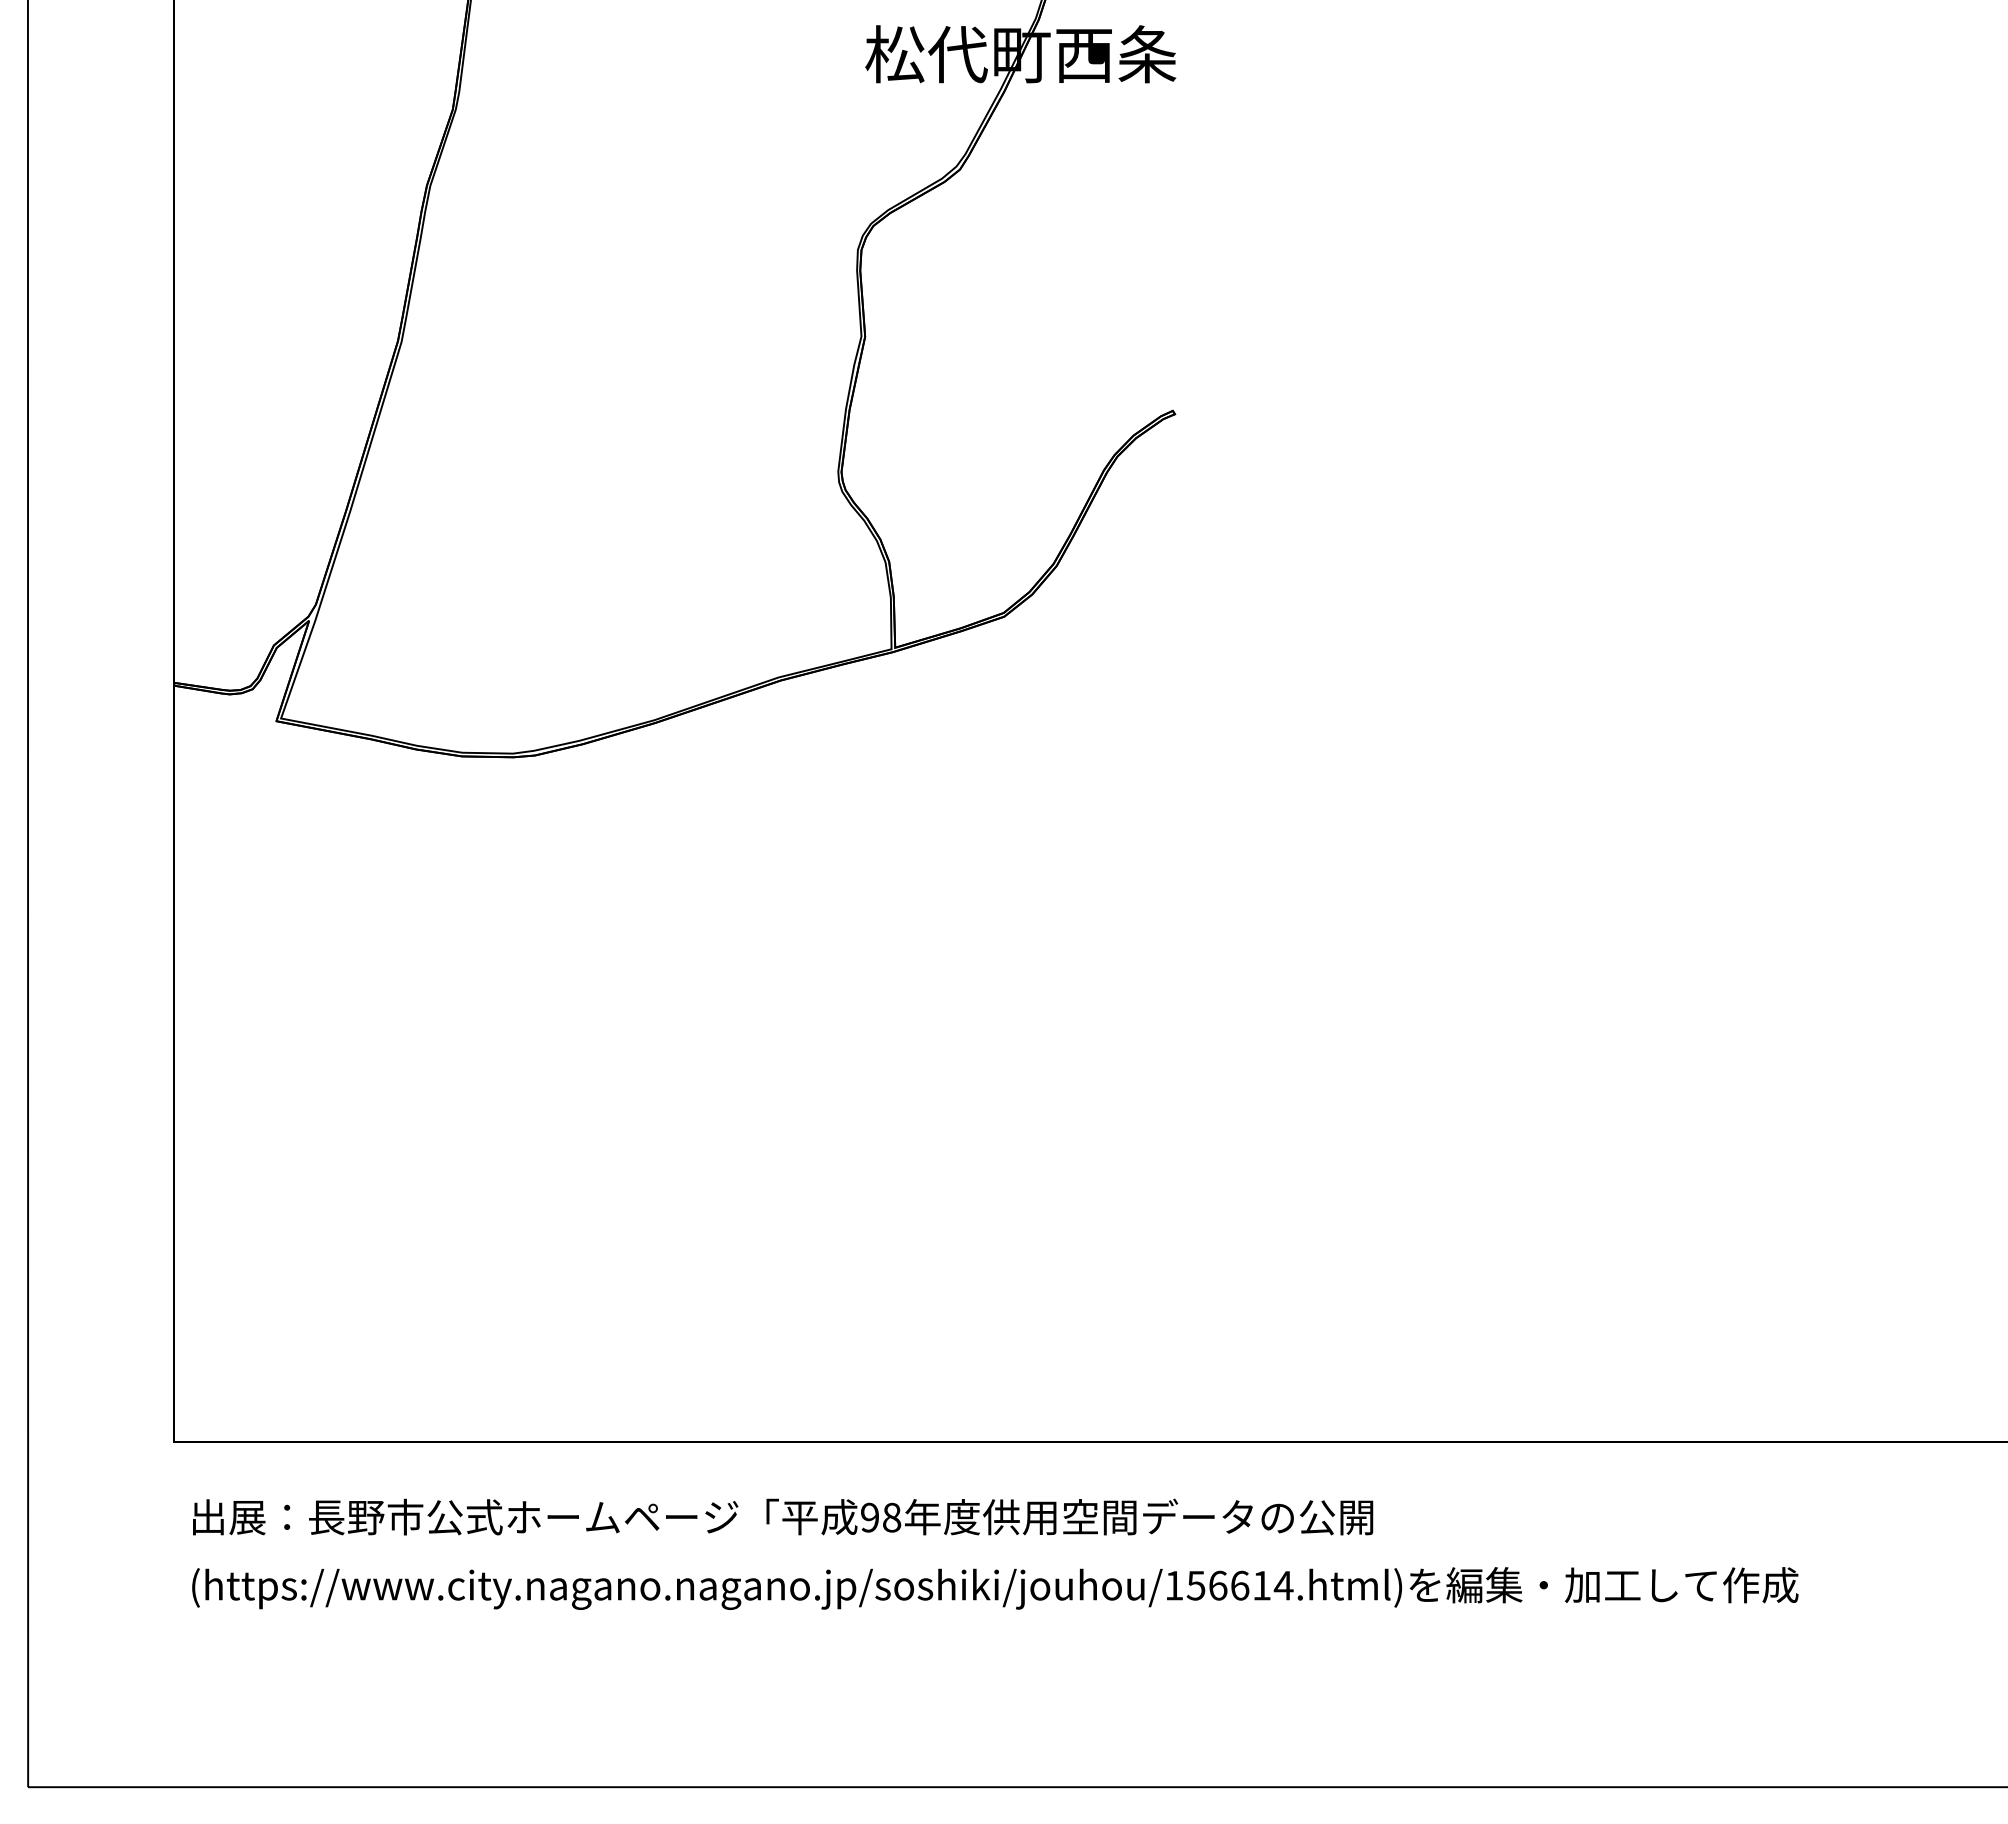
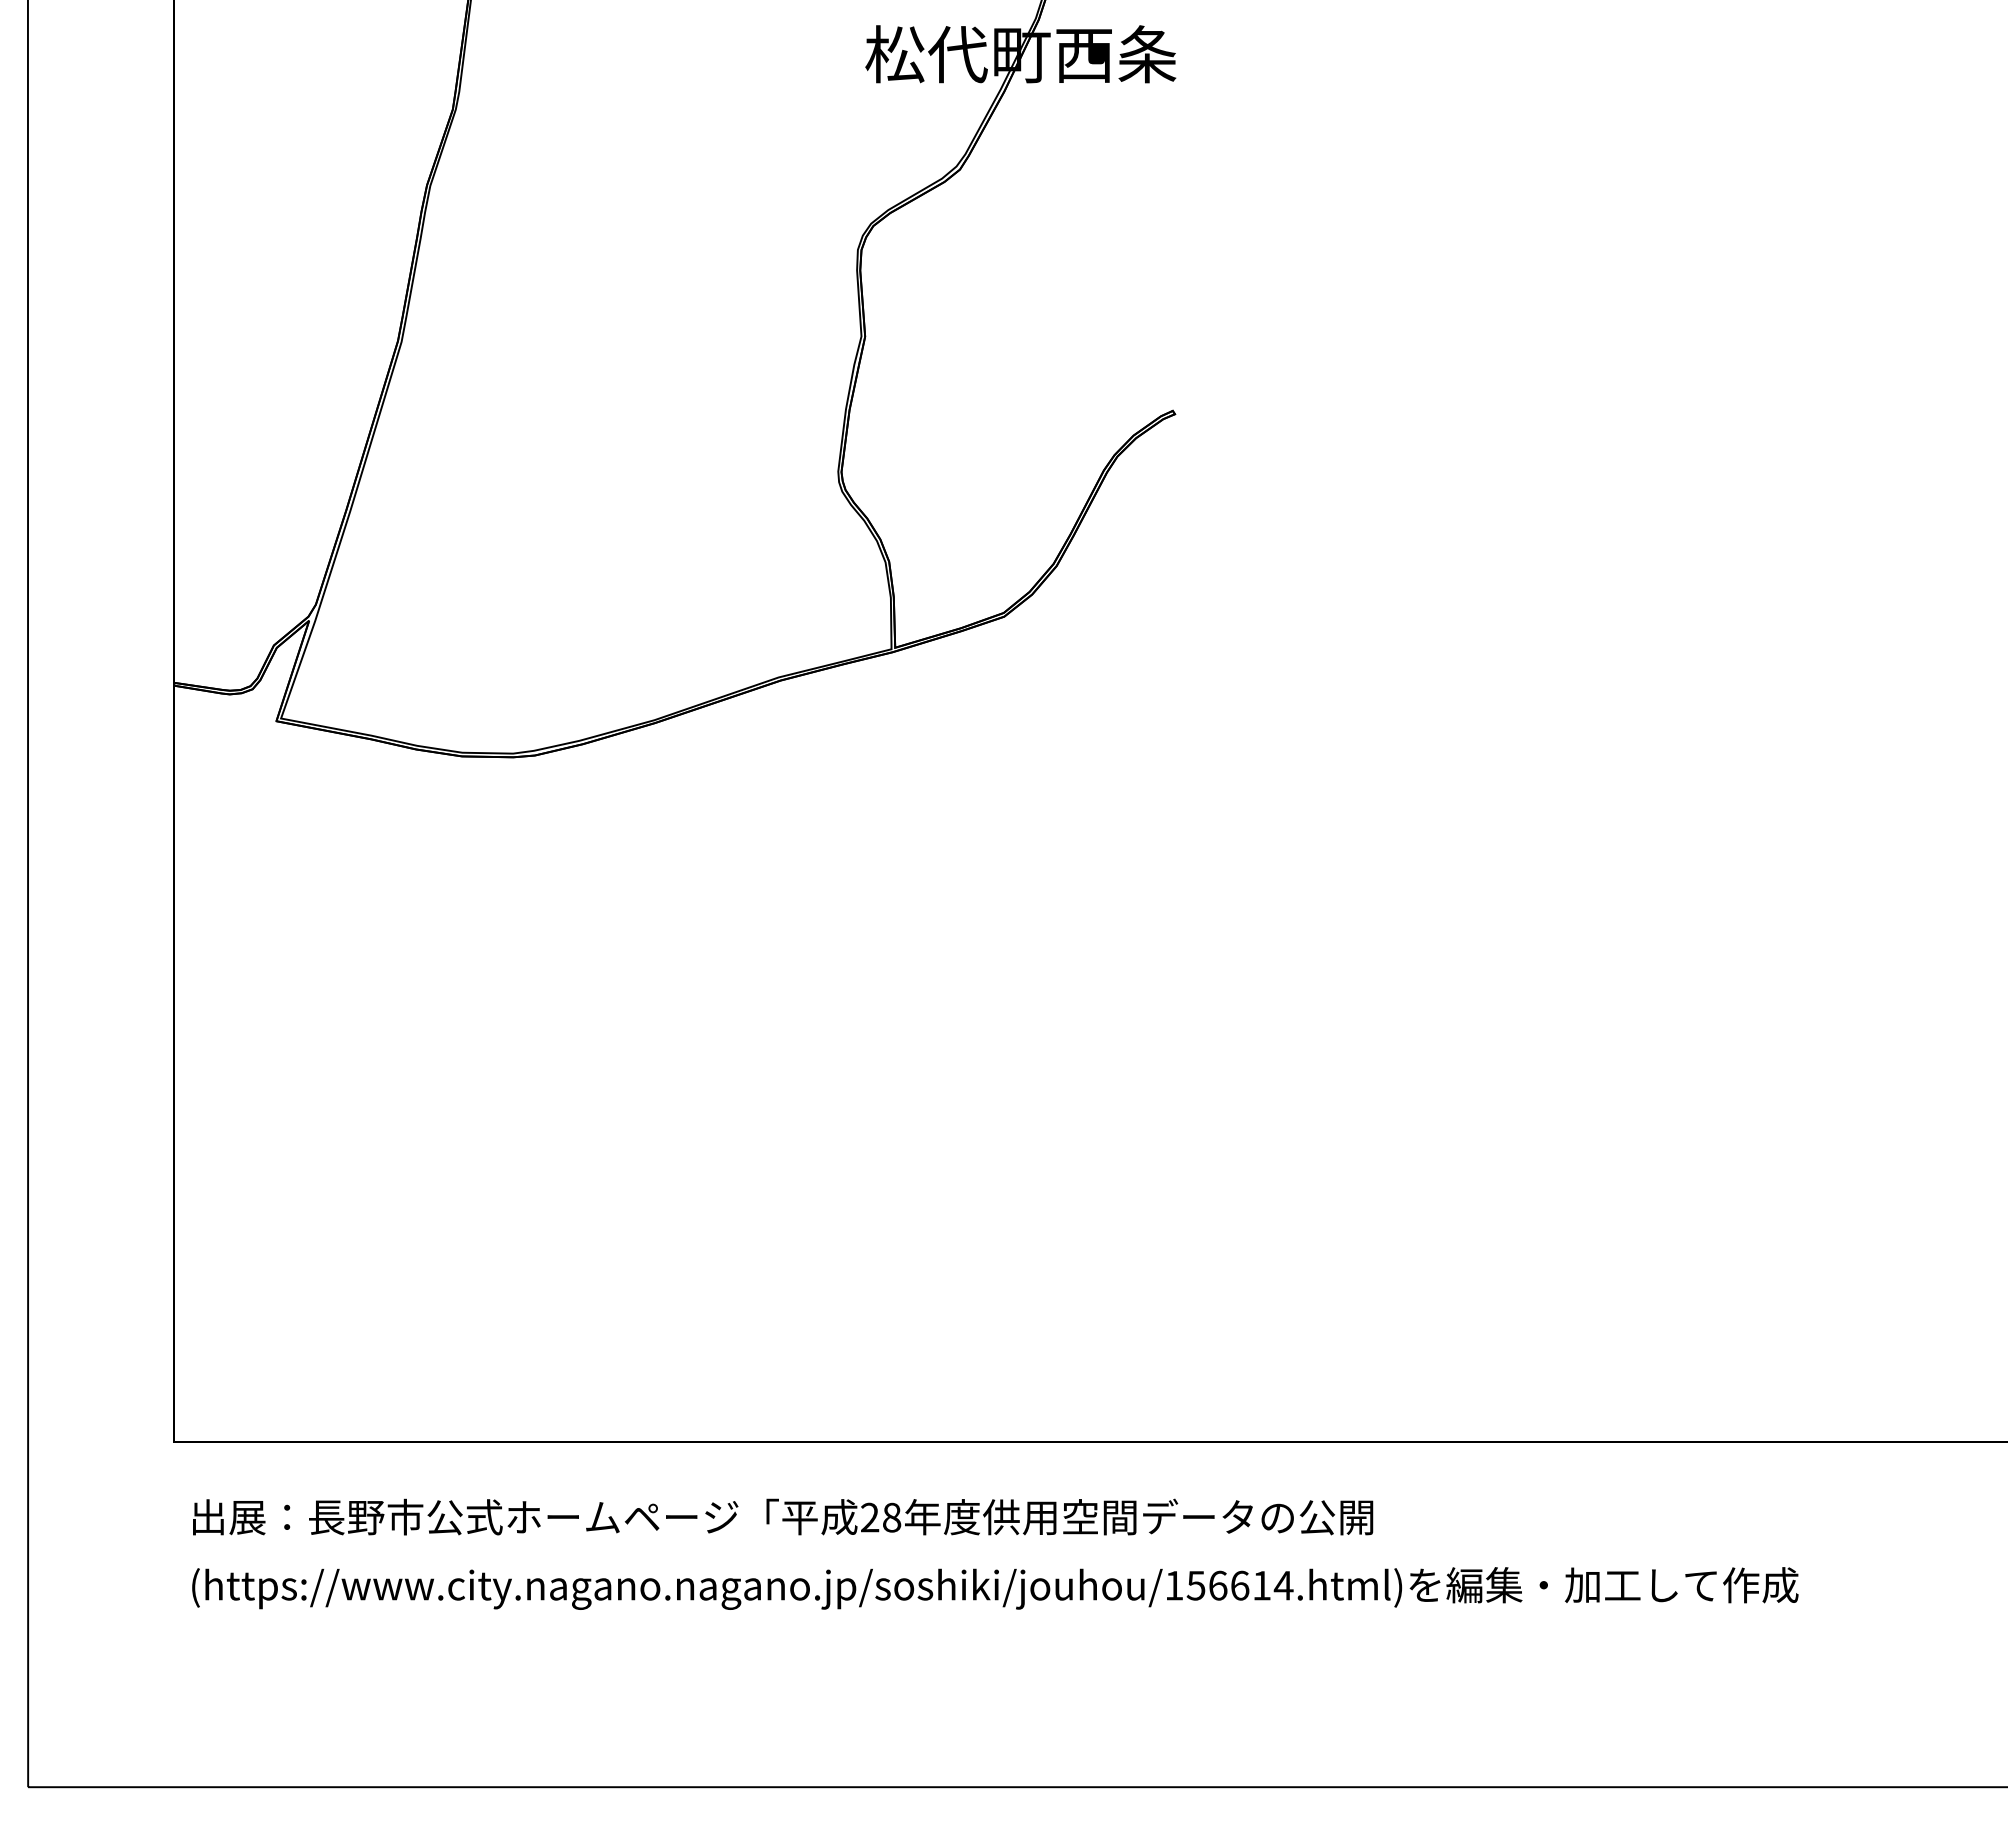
text at (870, 1517): 98 -> 28
